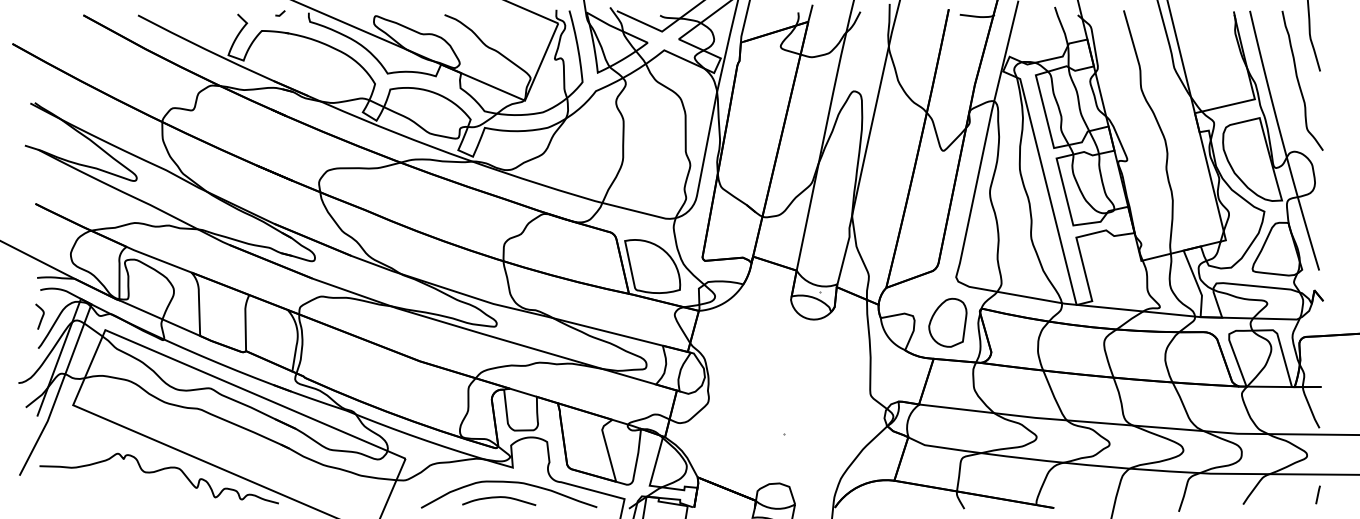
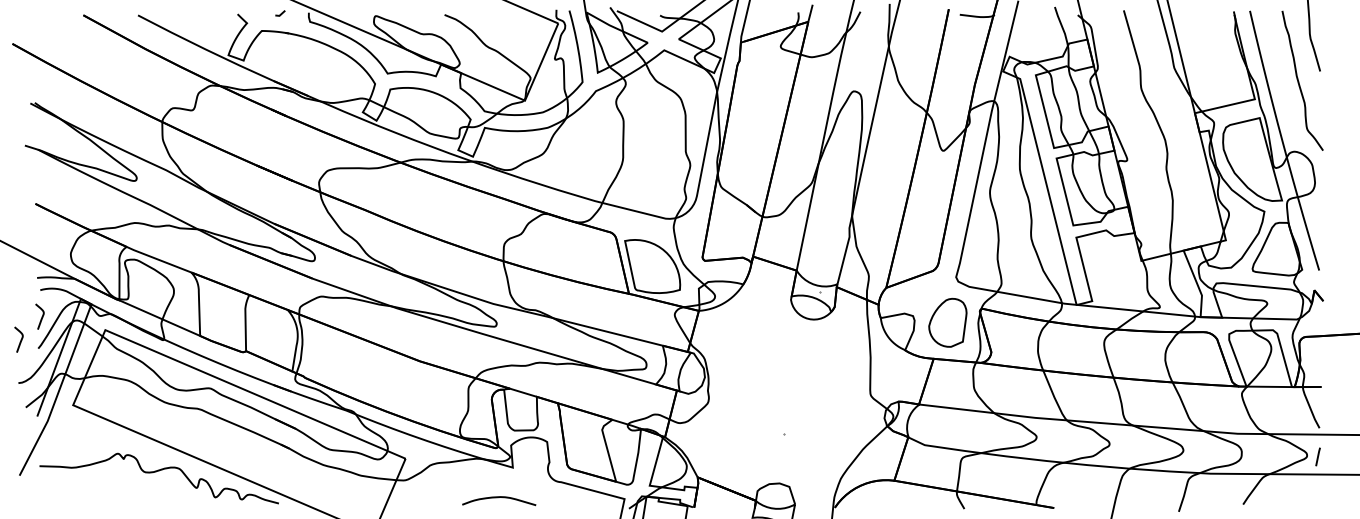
curve at (20, 339): none -> present
curve at (511, 483): present -> none
line at (1317, 494) position: (1317, 494) -> (1317, 456)
